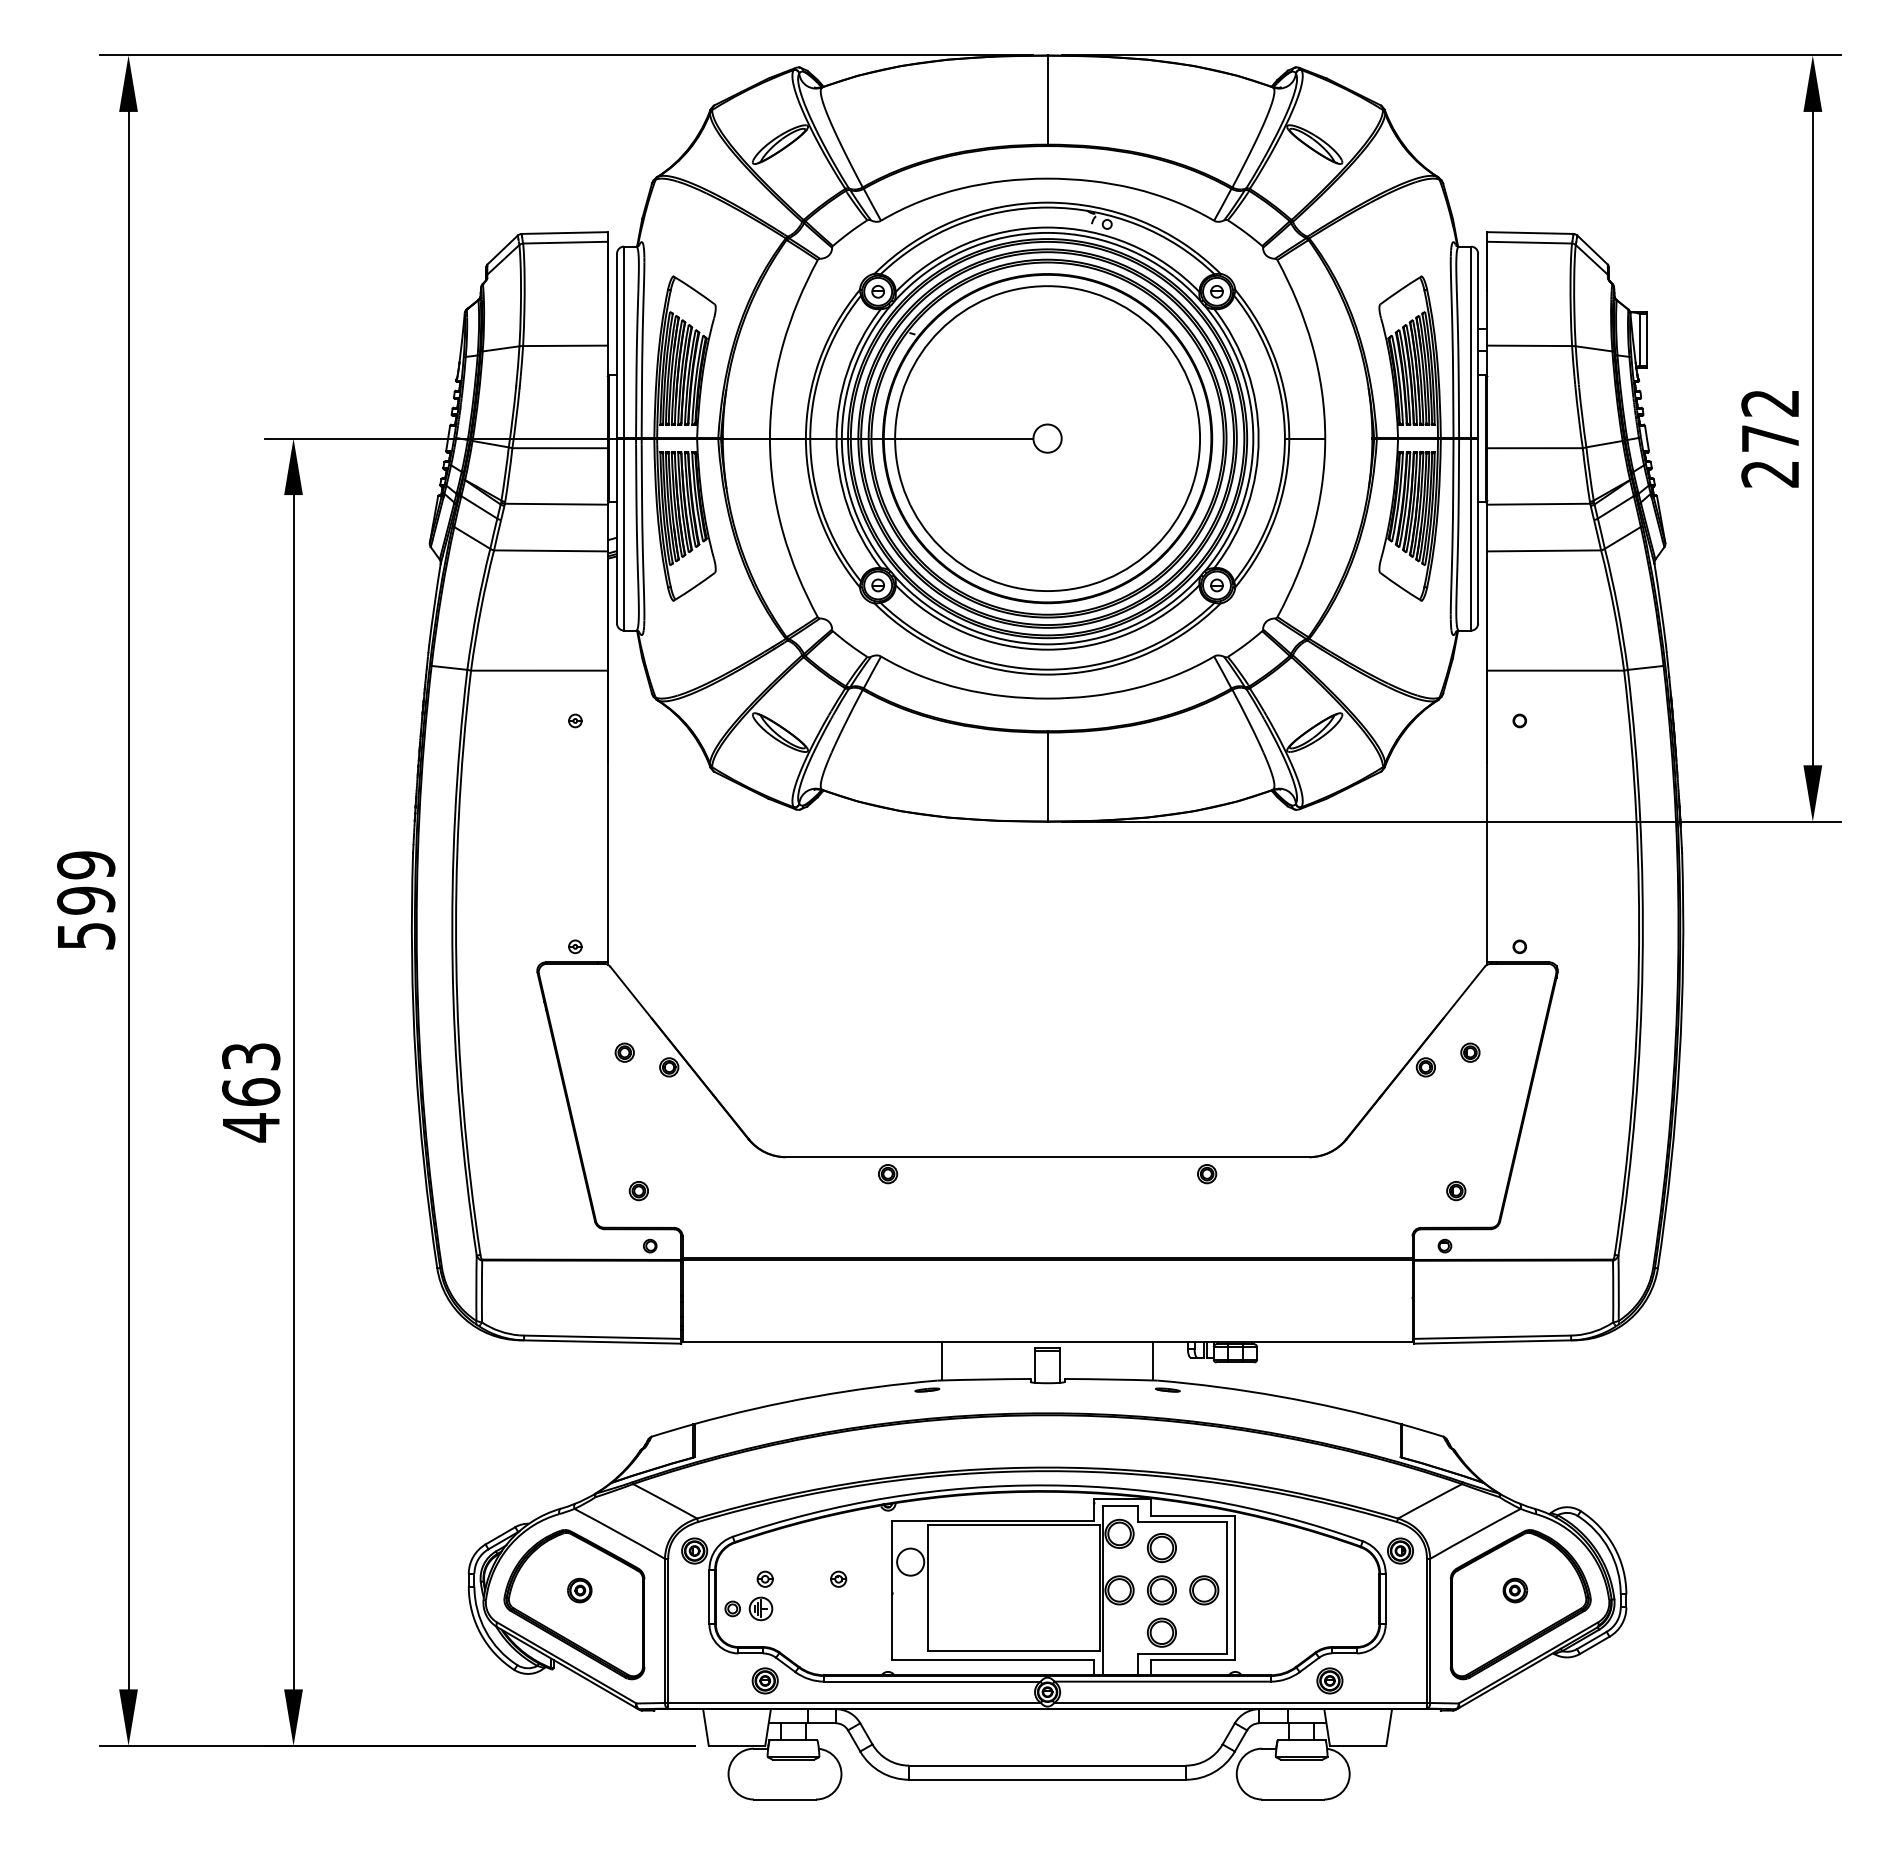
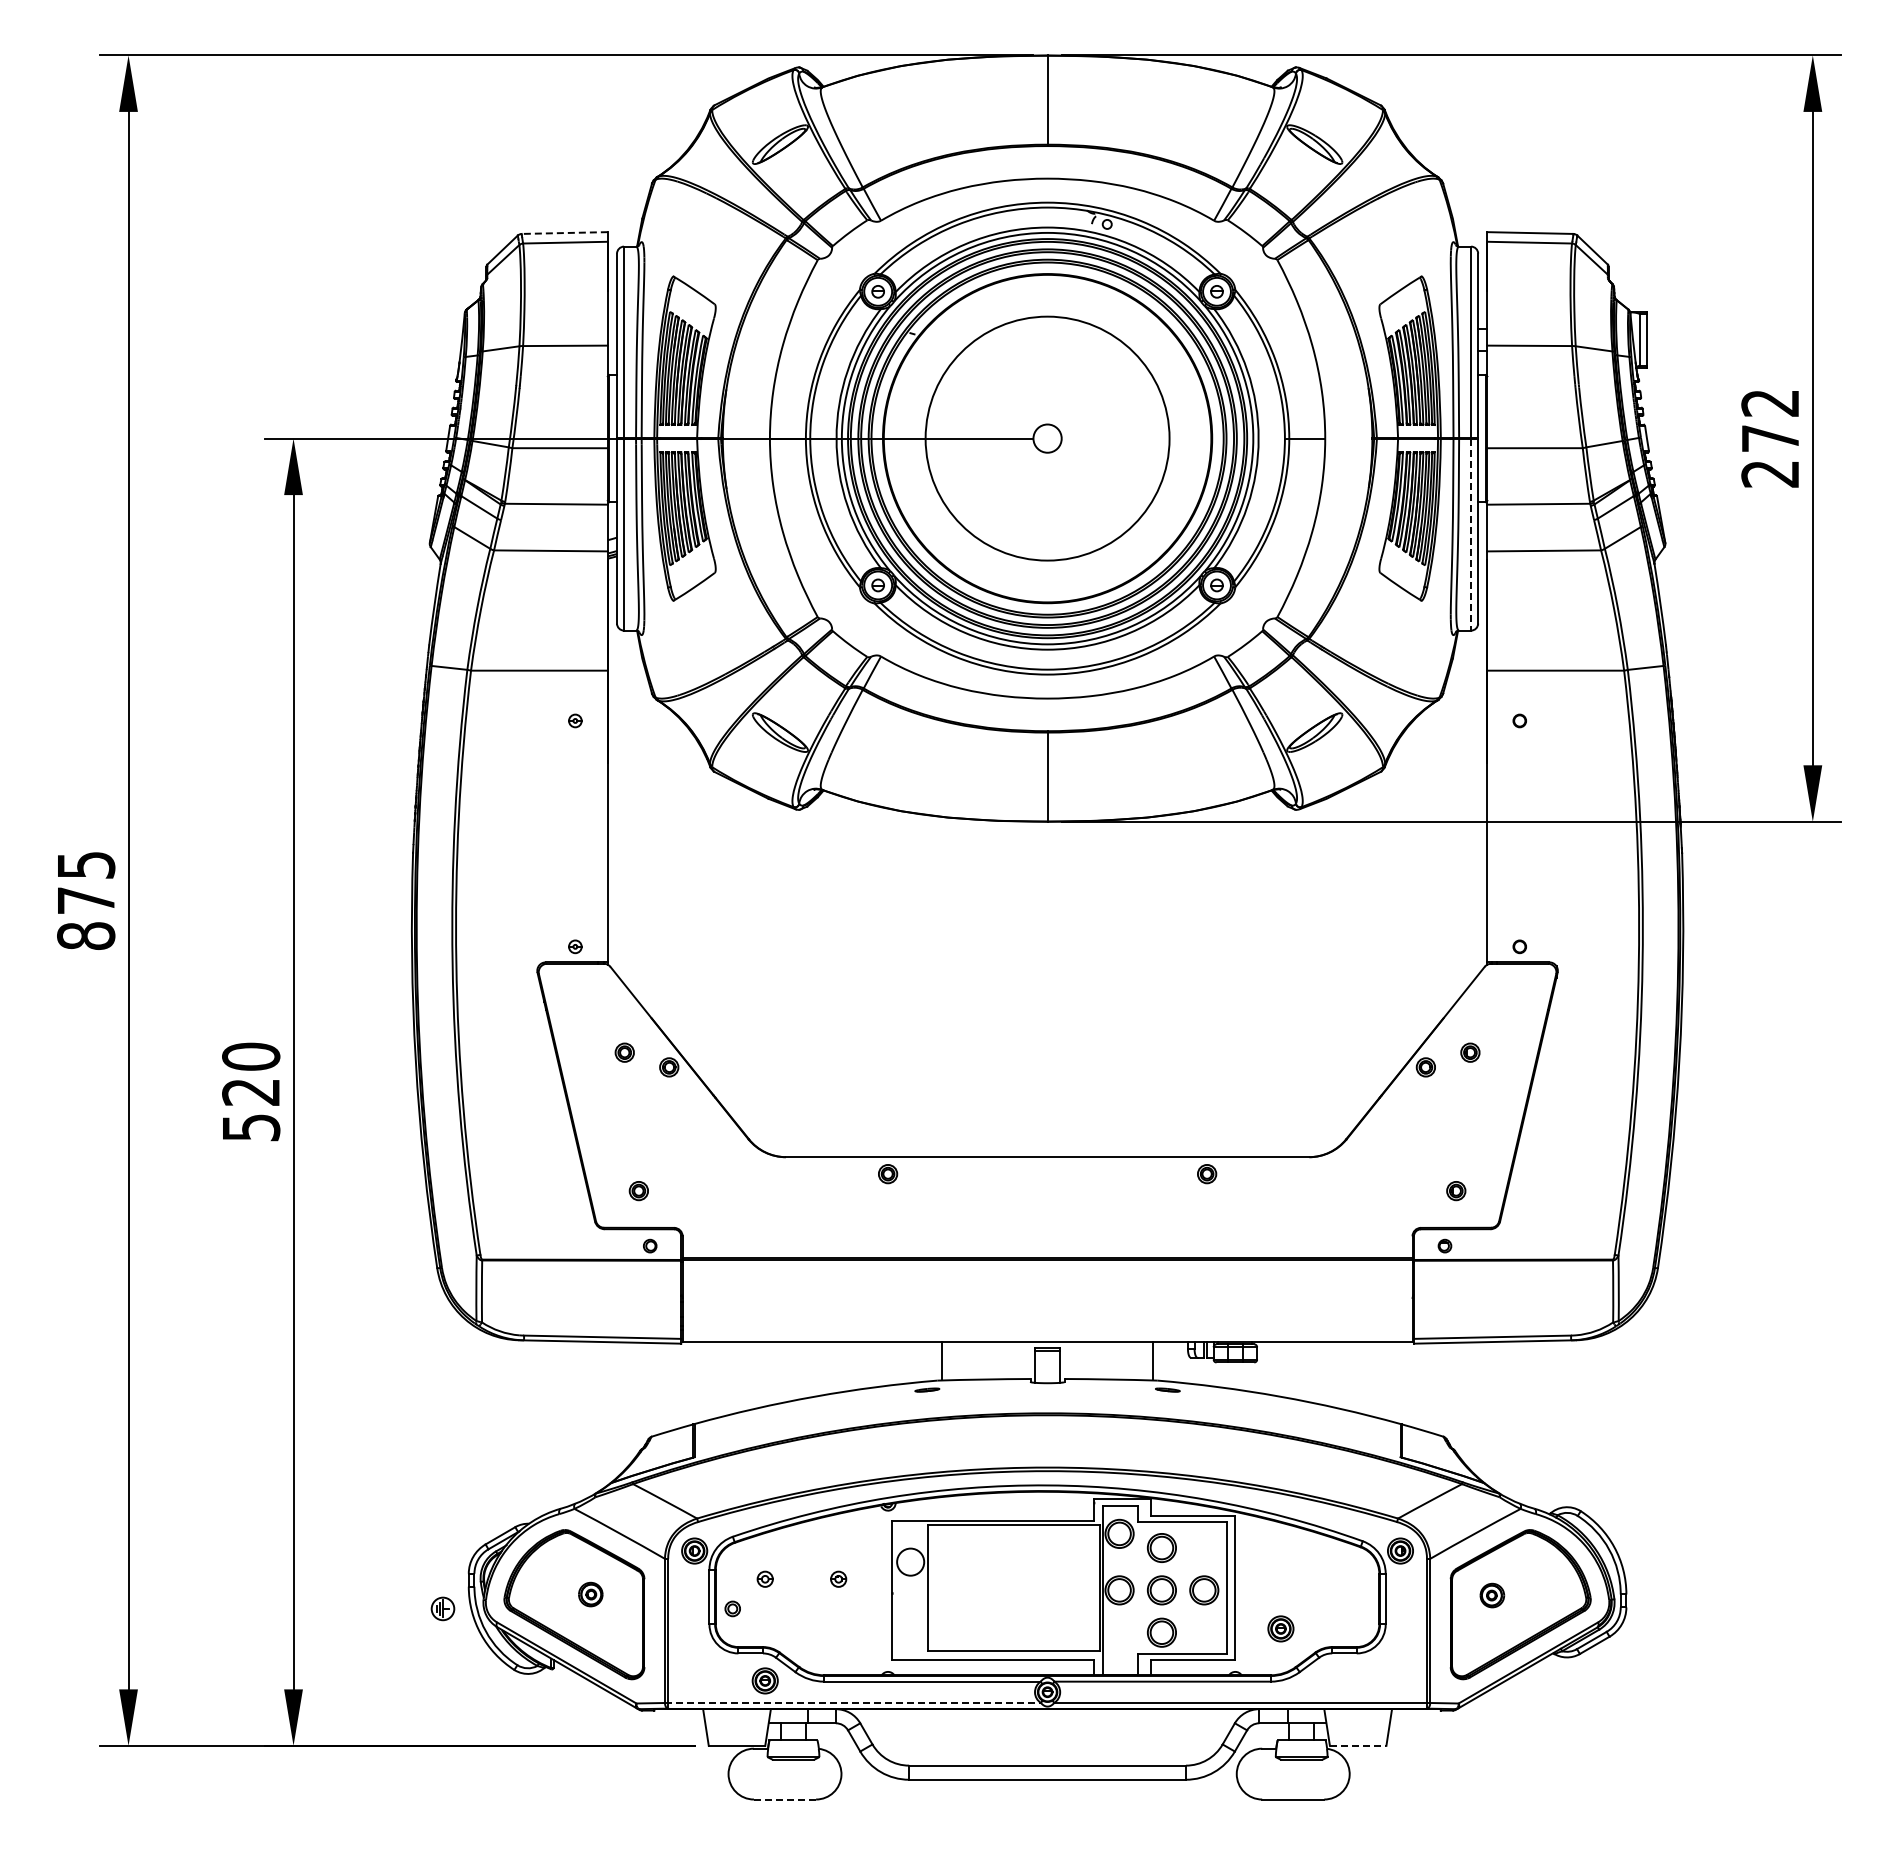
line at (564, 233): solid -> dashed
circle at (1047, 438) diameter: 305 px -> 244 px
line at (1471, 534): solid -> dashed
text at (86, 900): 599 -> 875
text at (251, 1092): 463 -> 520
part at (579, 1590) position: (579, 1590) -> (590, 1594)
part at (1515, 1590) position: (1515, 1590) -> (1492, 1595)
part at (760, 1608) position: (760, 1608) -> (442, 1608)
part at (1329, 1680) position: (1329, 1680) -> (1280, 1628)
line at (853, 1702): solid -> dashed
line at (1358, 1745): solid -> dashed
line at (785, 1799): solid -> dashed
